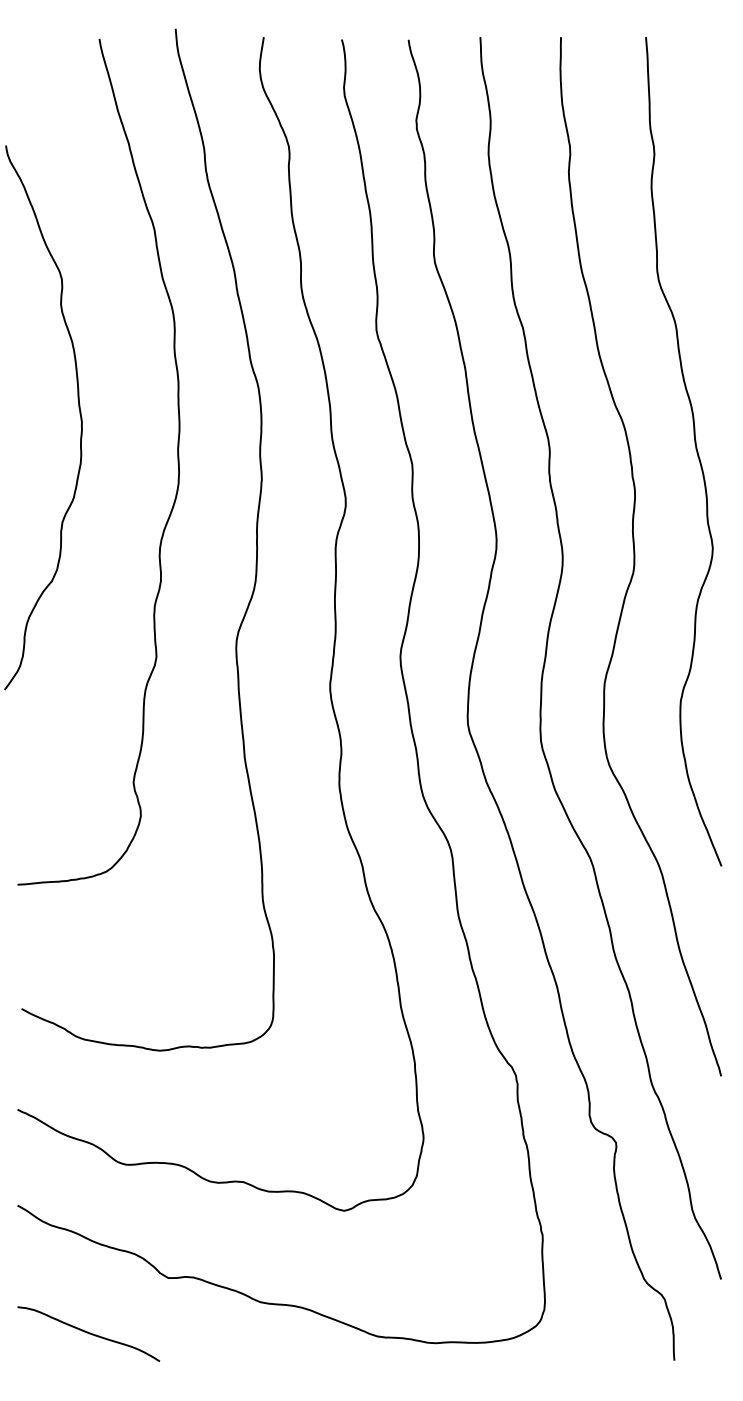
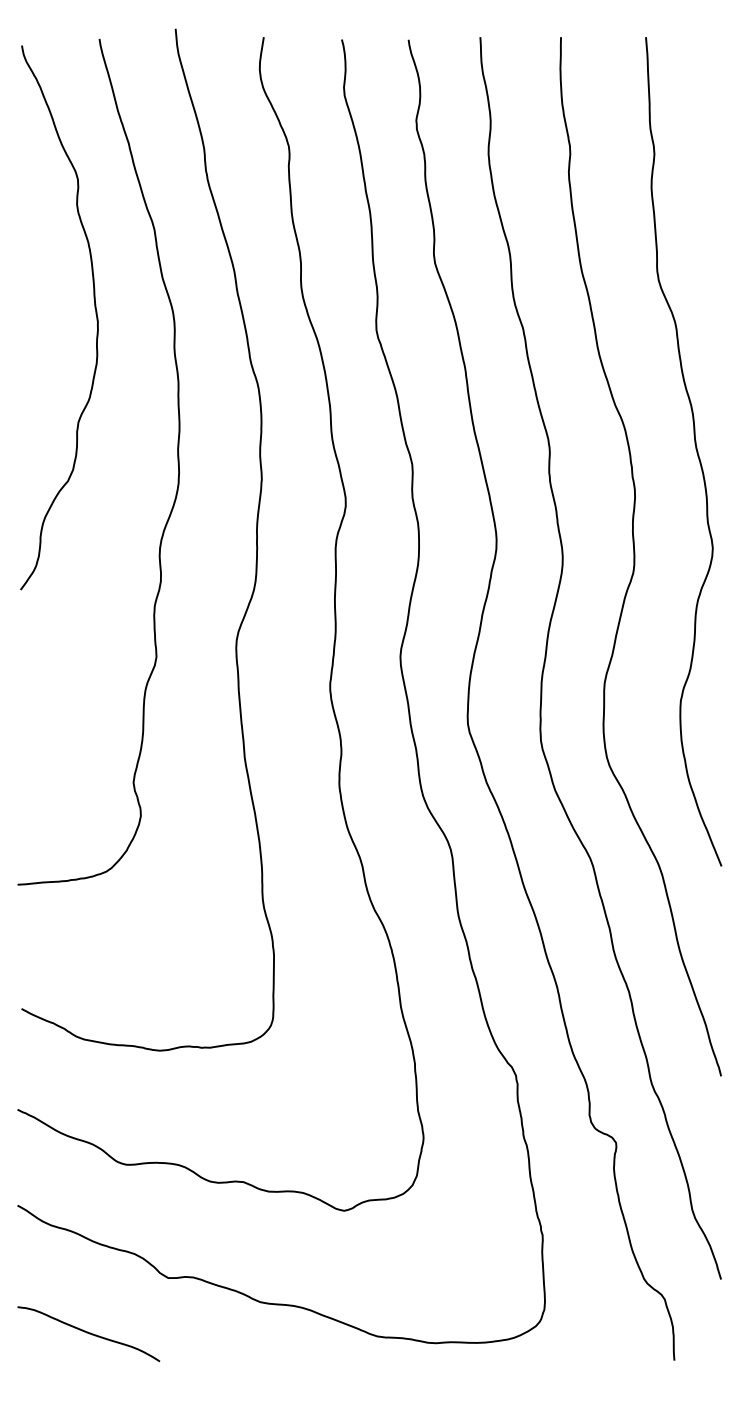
curve at (79, 414) position: (79, 414) -> (95, 314)
